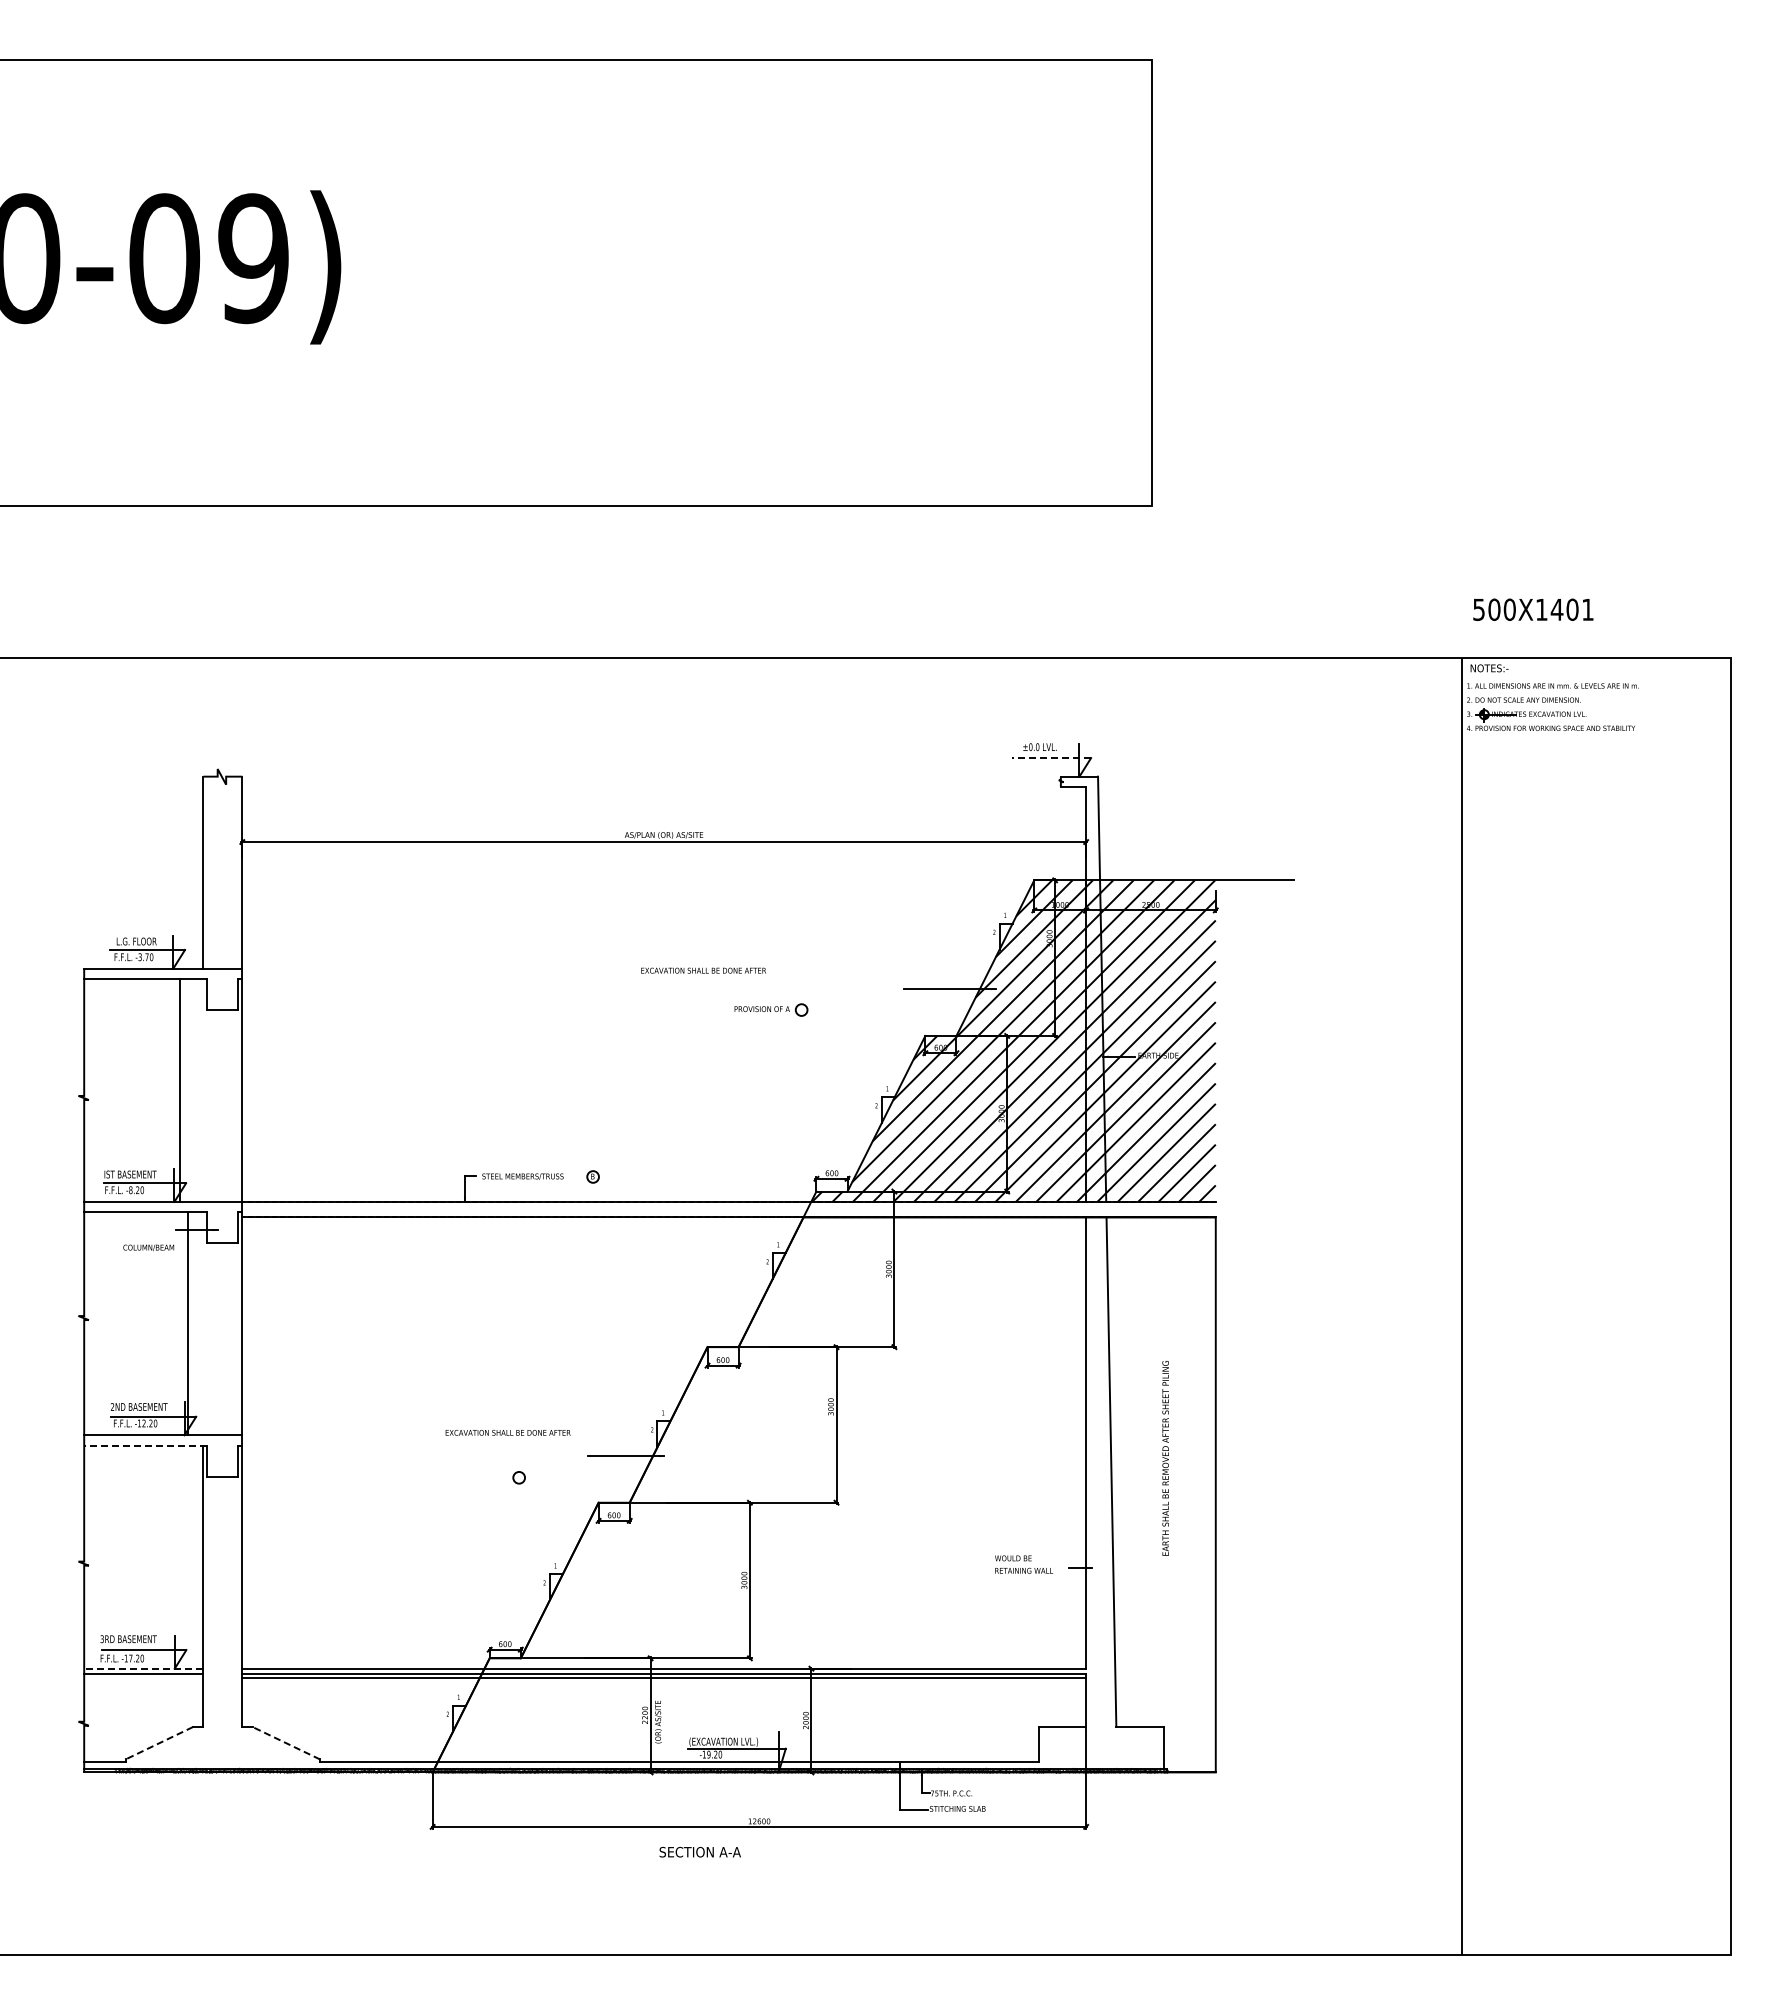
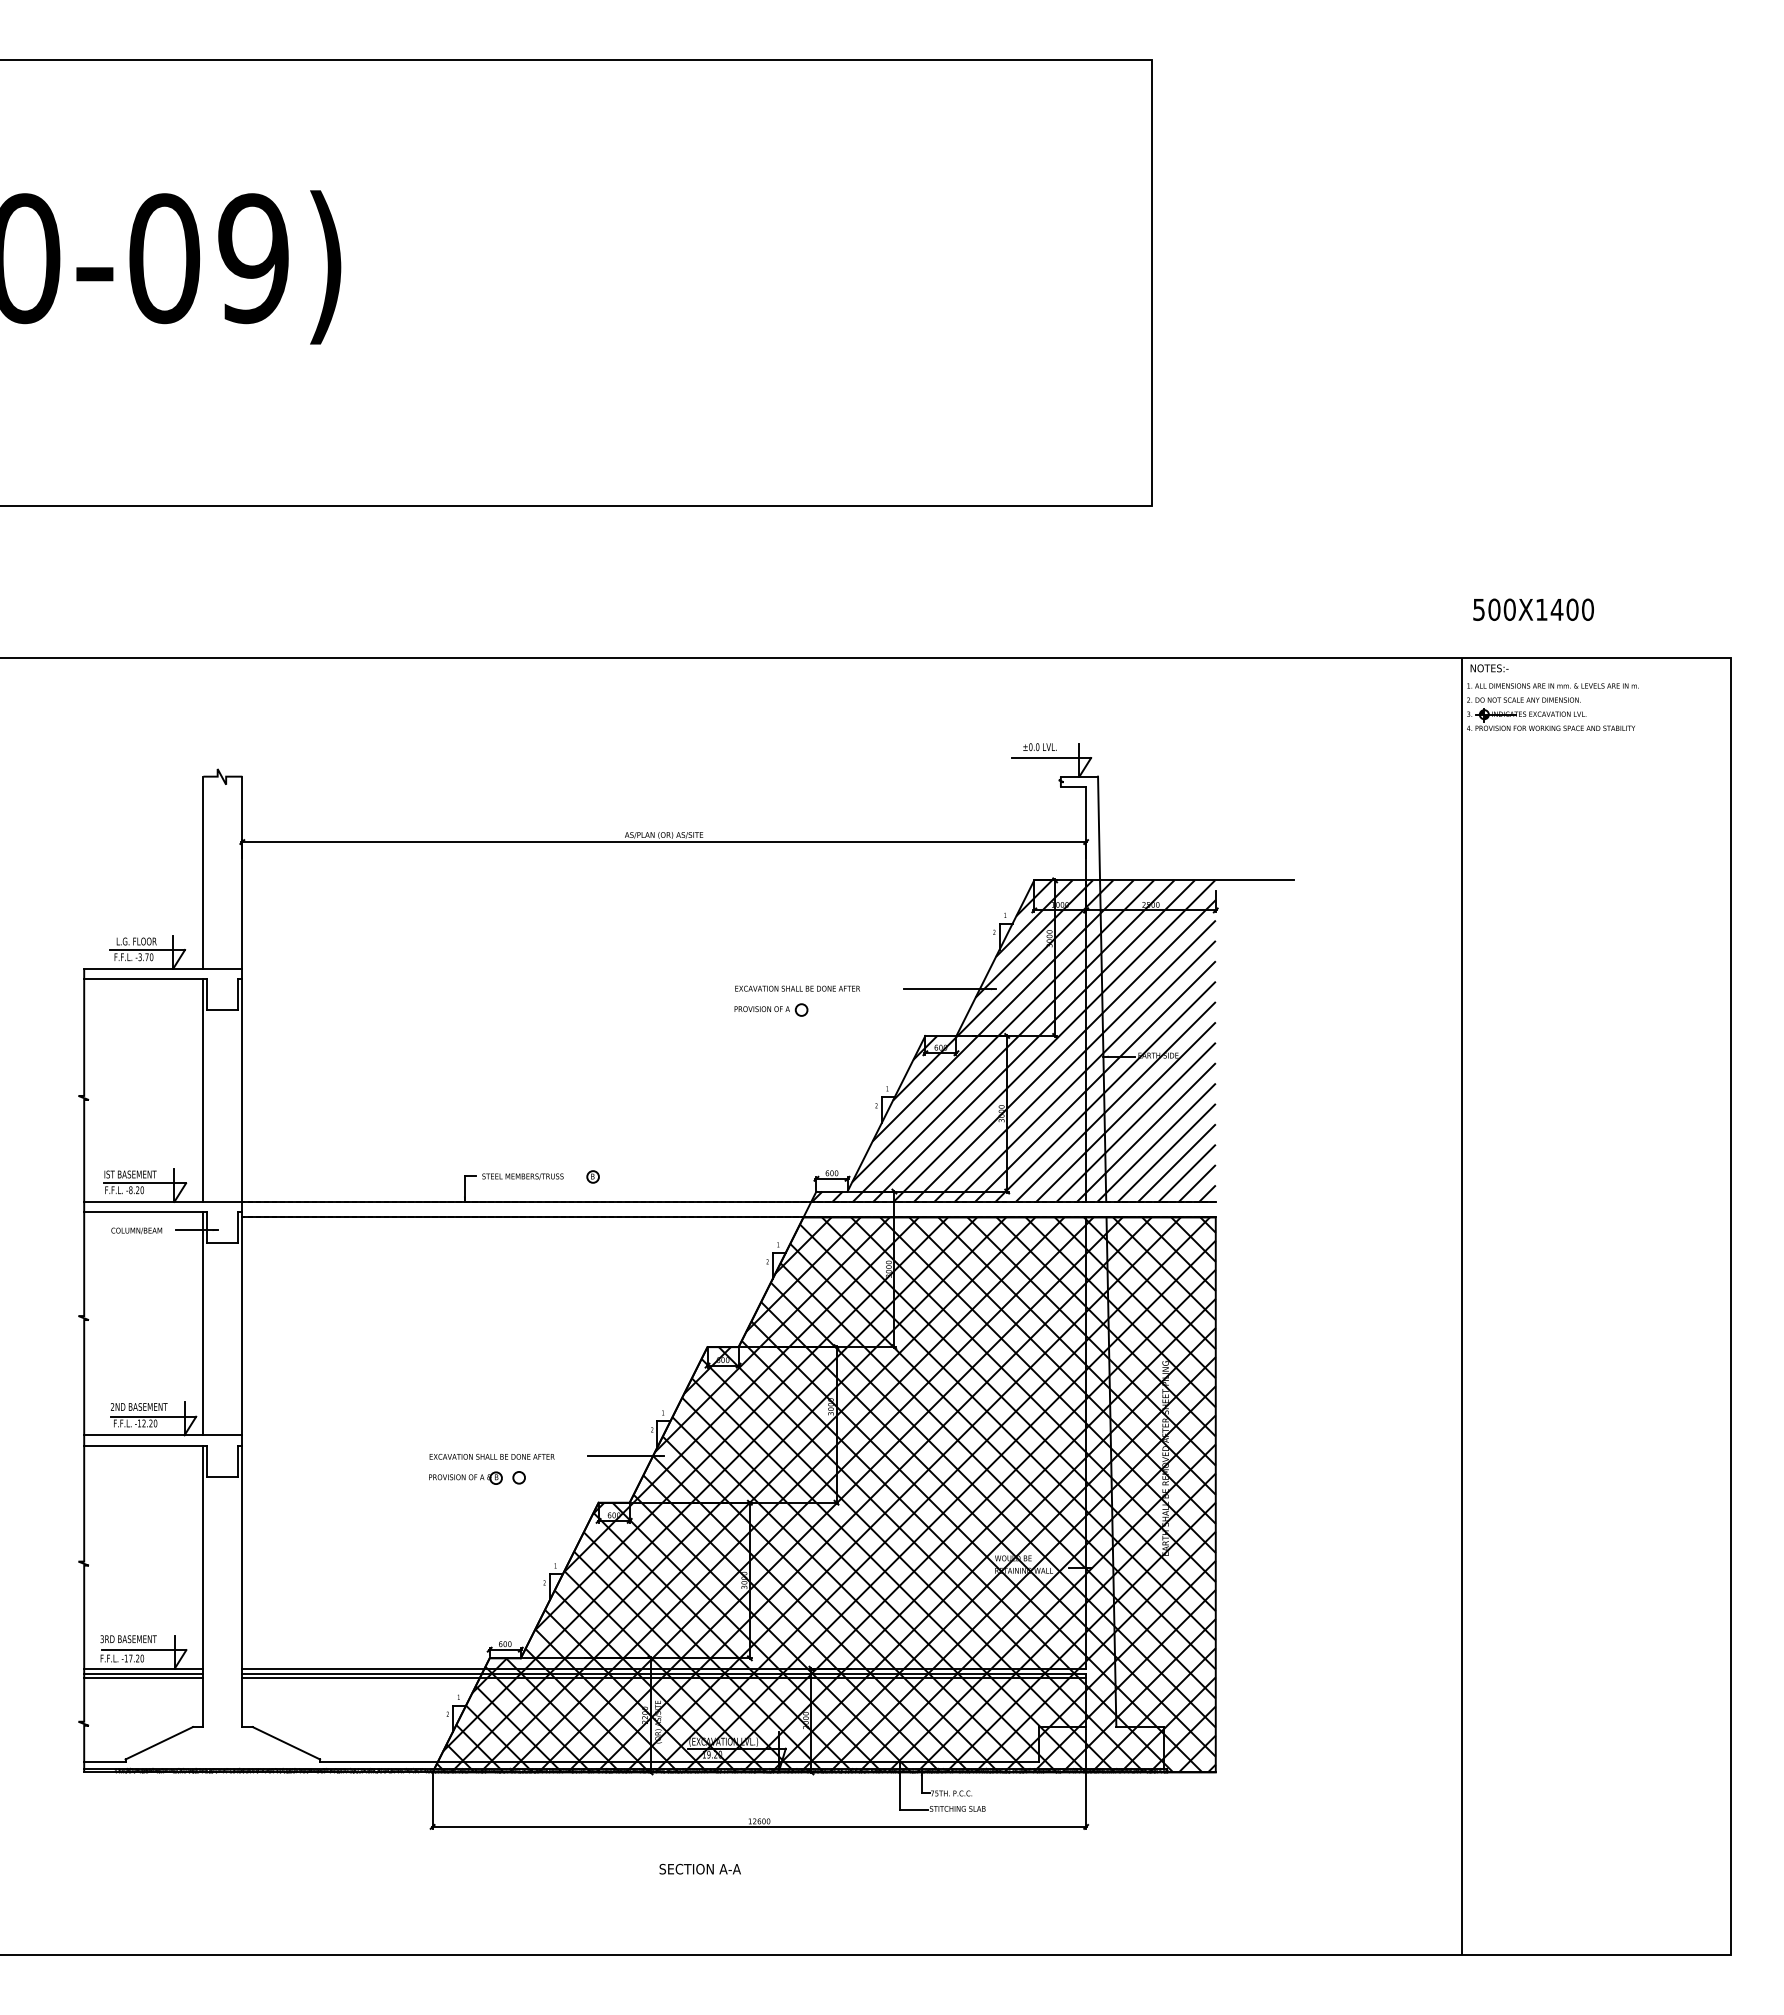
text at (1587, 609): 500X1401 -> 500X1400
line at (1051, 758): dashed -> solid
text at (703, 970) position: (703, 970) -> (797, 988)
line at (180, 1089) position: (180, 1089) -> (203, 1089)
text at (148, 1247) position: (148, 1247) -> (136, 1230)
line at (188, 1323) position: (188, 1323) -> (203, 1323)
text at (507, 1432) position: (507, 1432) -> (491, 1456)
line at (145, 1445): dashed -> solid
part at (465, 1477): none -> present
hatch at (825, 1494): none -> present
line at (143, 1668): dashed -> solid
line at (143, 1677): none -> present
line at (158, 1743): dashed -> solid
line at (285, 1743): dashed -> solid
text at (699, 1851) position: (699, 1851) -> (699, 1868)
